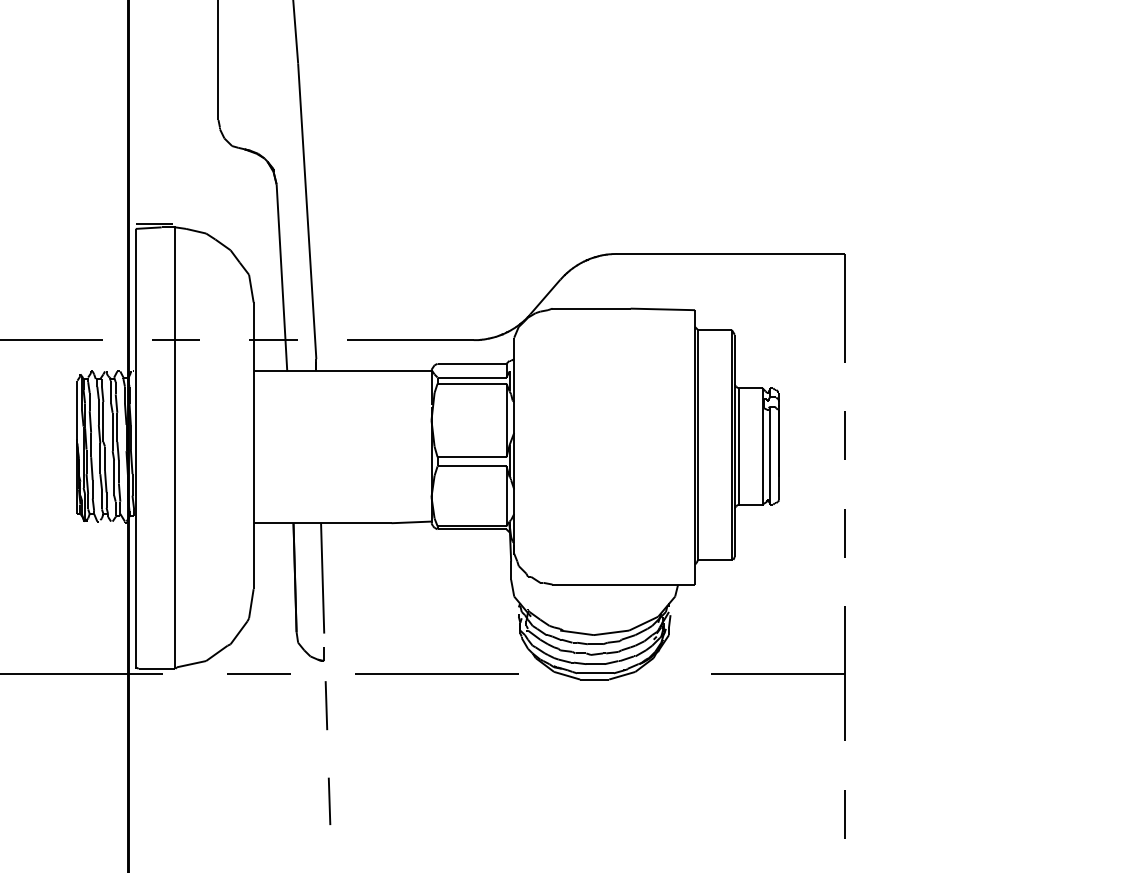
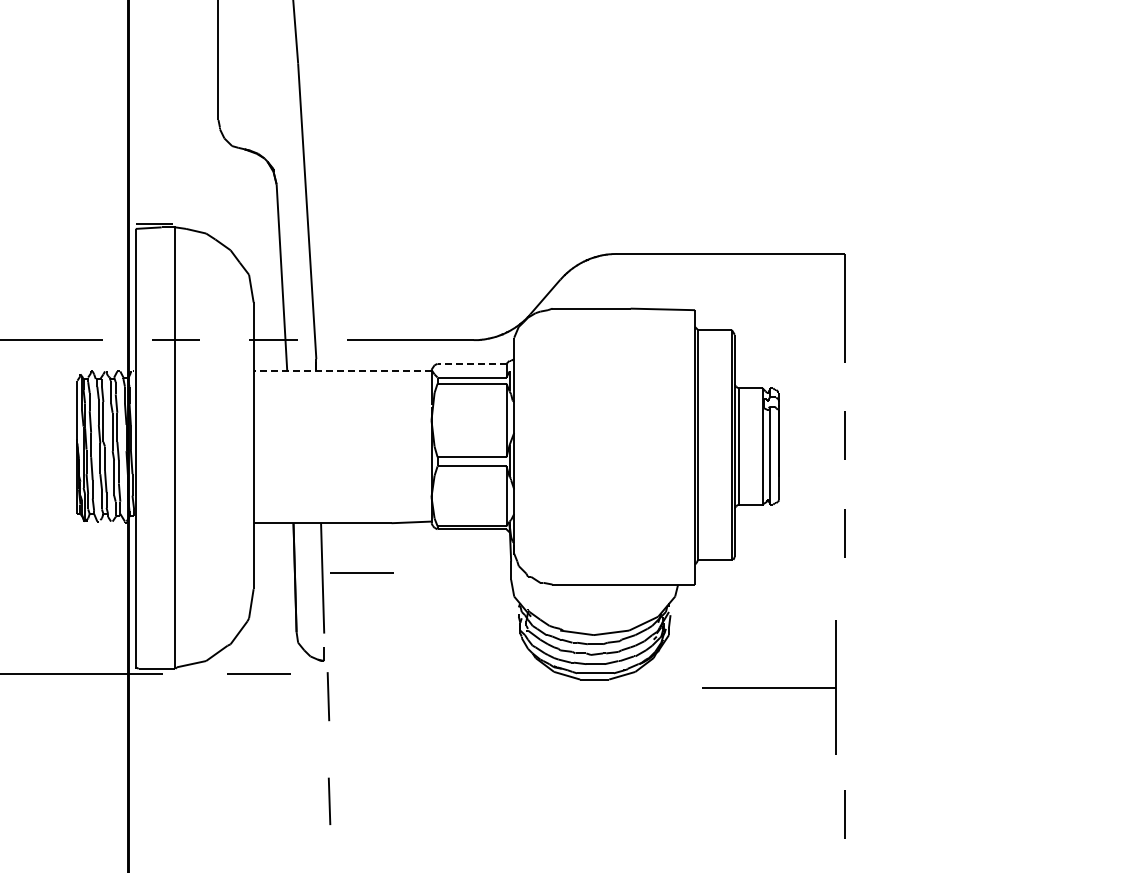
line at (471, 363): solid -> dashed
line at (342, 371): solid -> dashed
line at (361, 572): none -> present
line at (436, 673): present -> none
part at (778, 673) position: (778, 673) -> (769, 687)
line at (326, 705) position: (326, 705) -> (328, 696)
